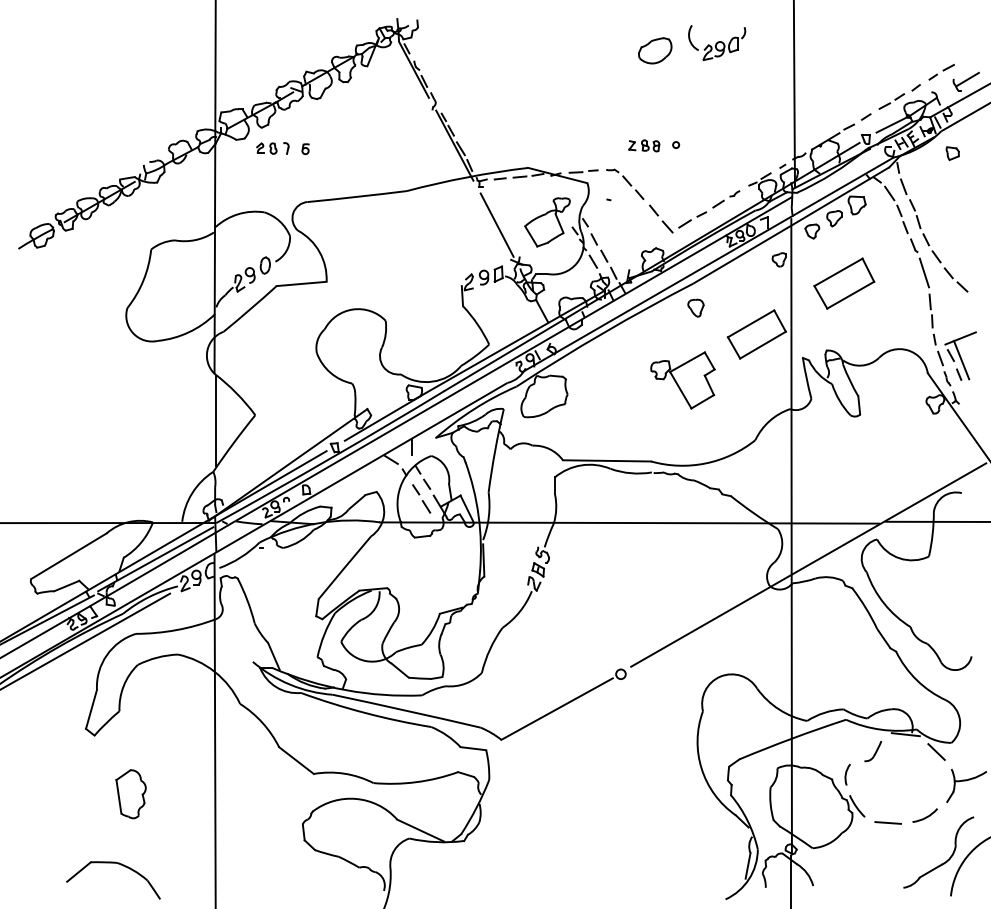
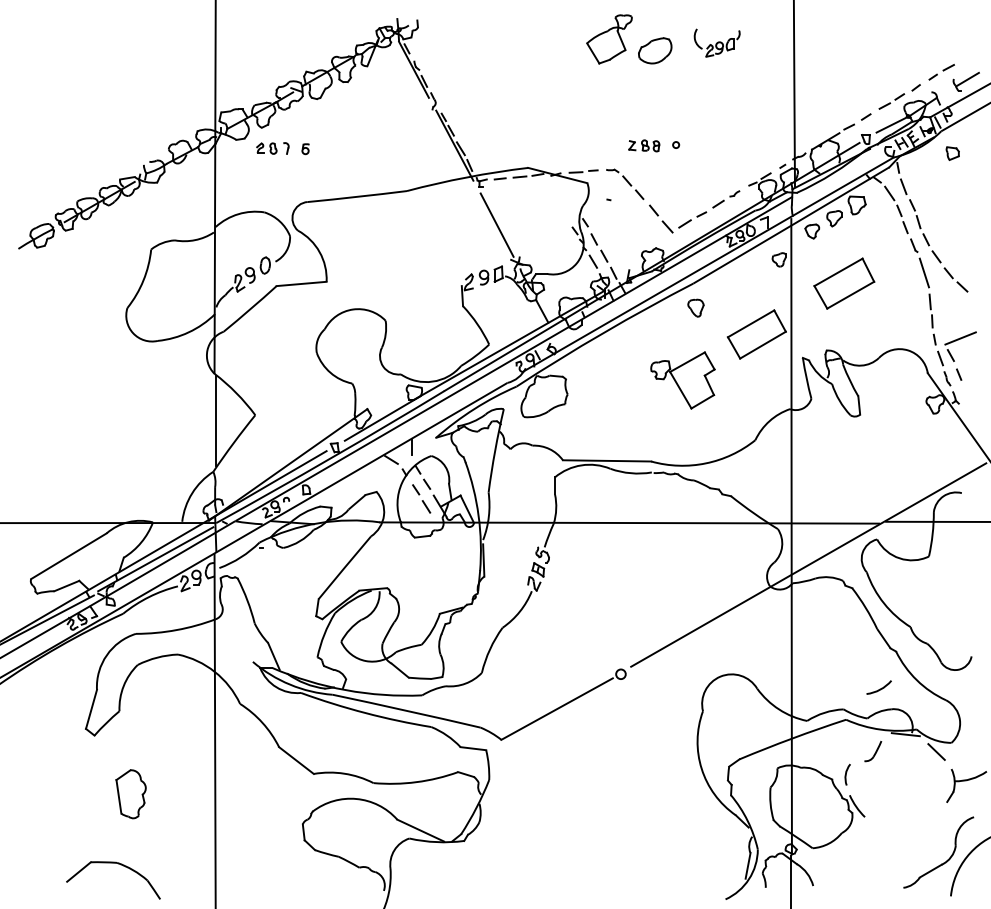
part at (717, 43) size: 59x37 px -> 48x30 px
part at (547, 222) position: (547, 222) -> (609, 39)
line at (961, 359): present -> none
line at (86, 640): present -> none
arc at (924, 817) position: (924, 817) -> (878, 689)
line at (887, 822): present -> none
